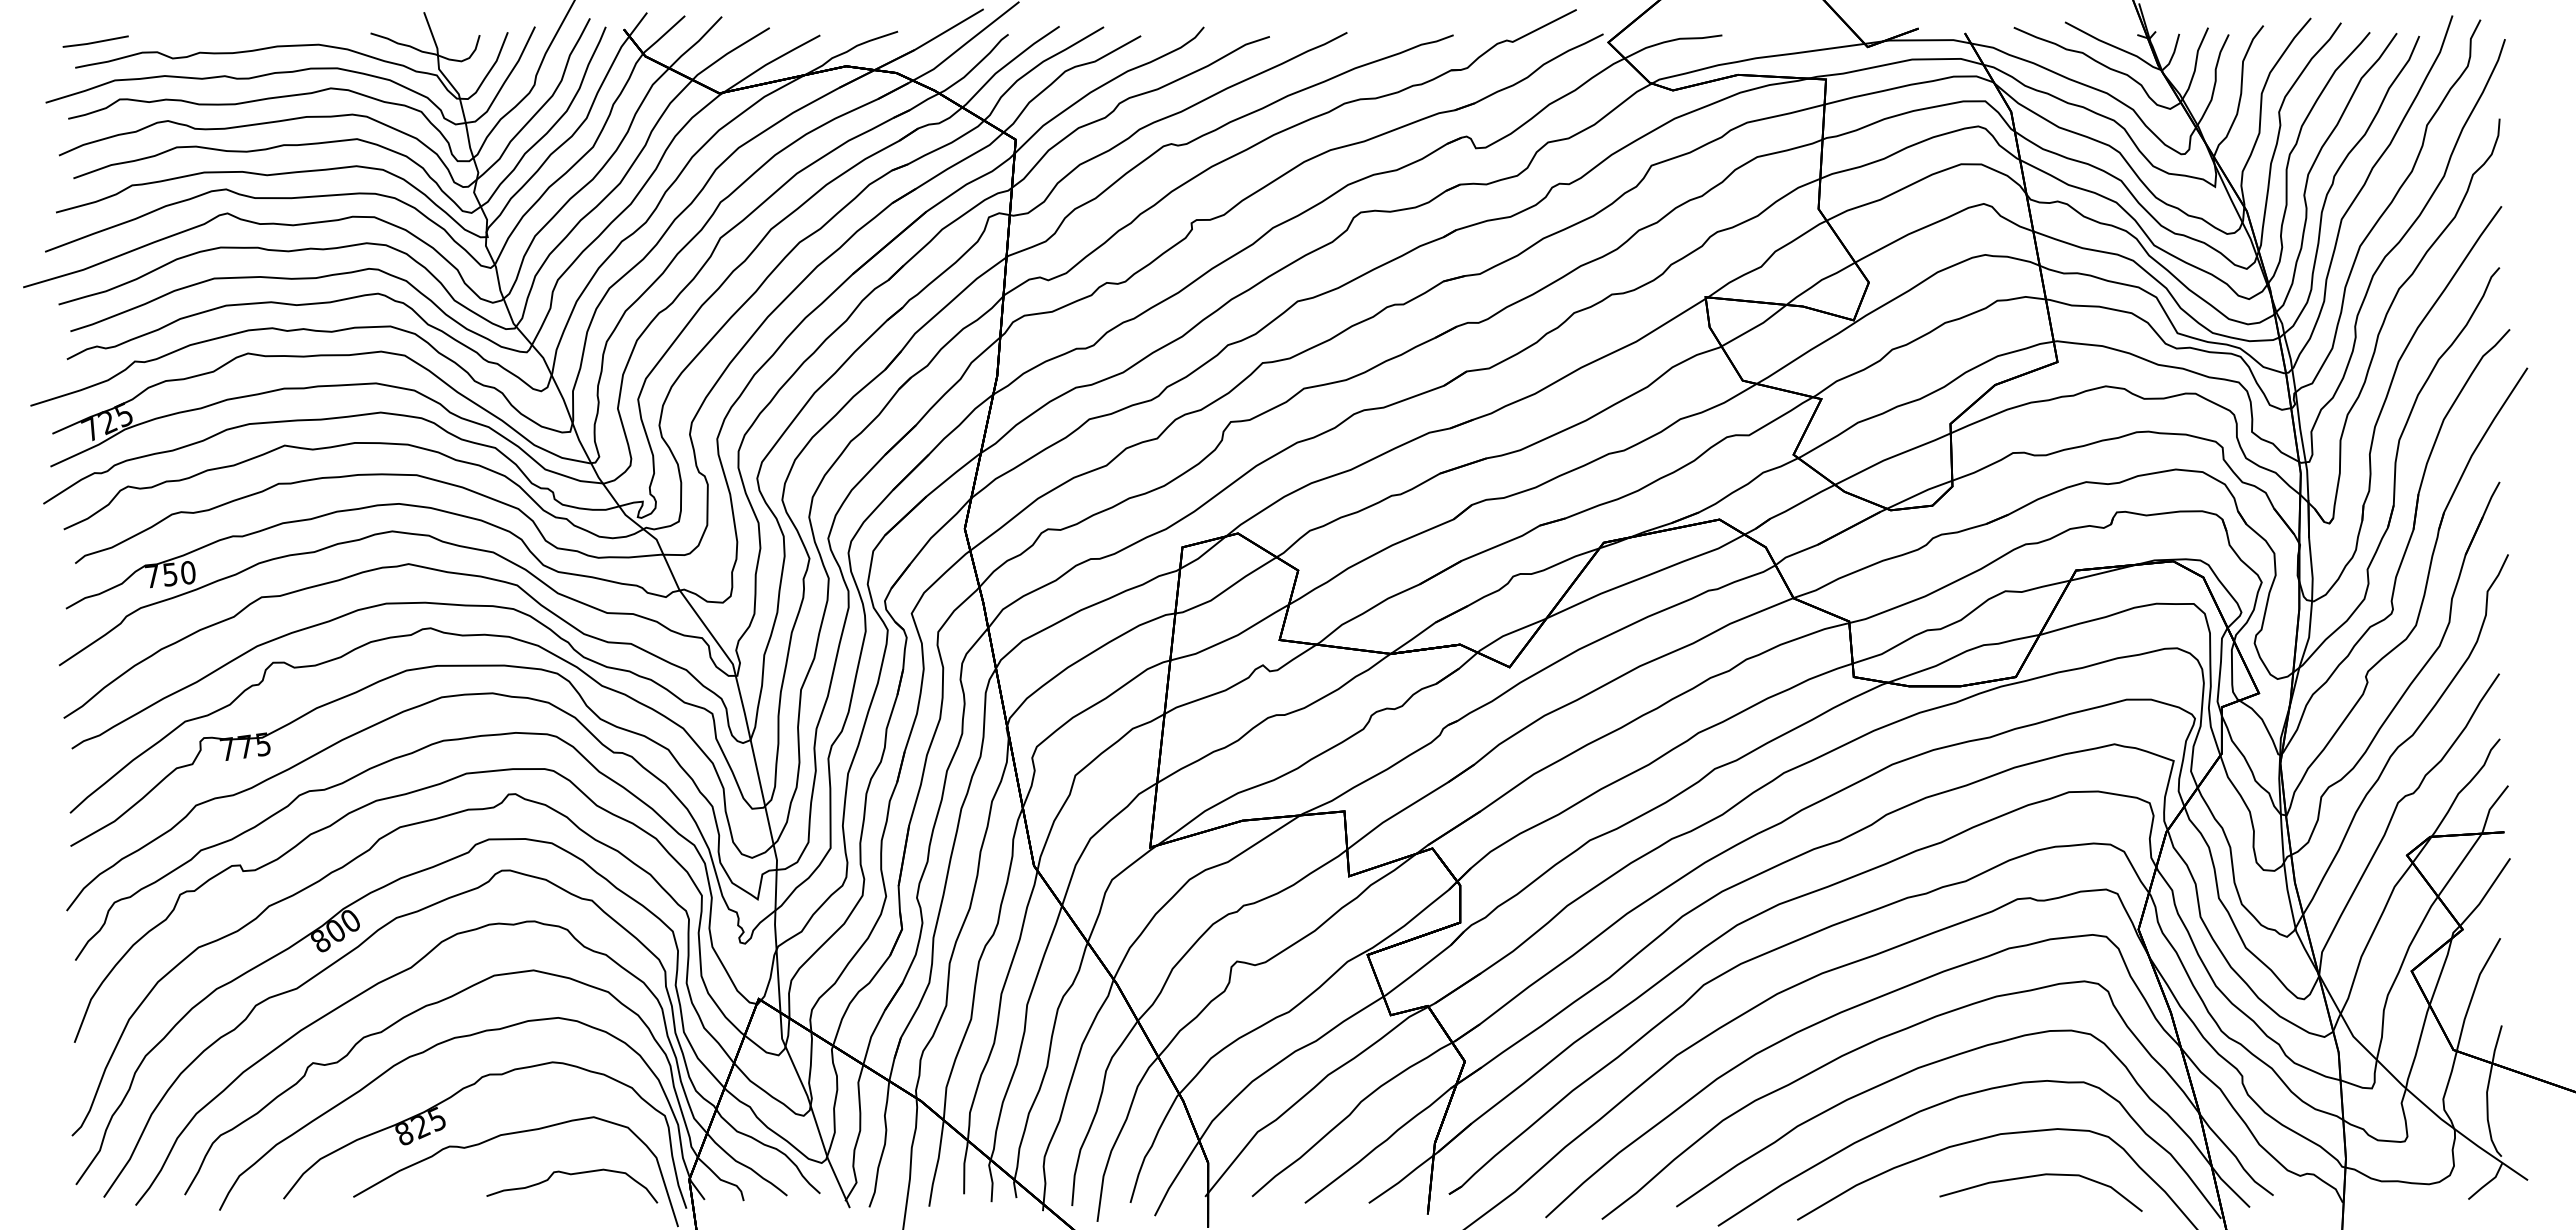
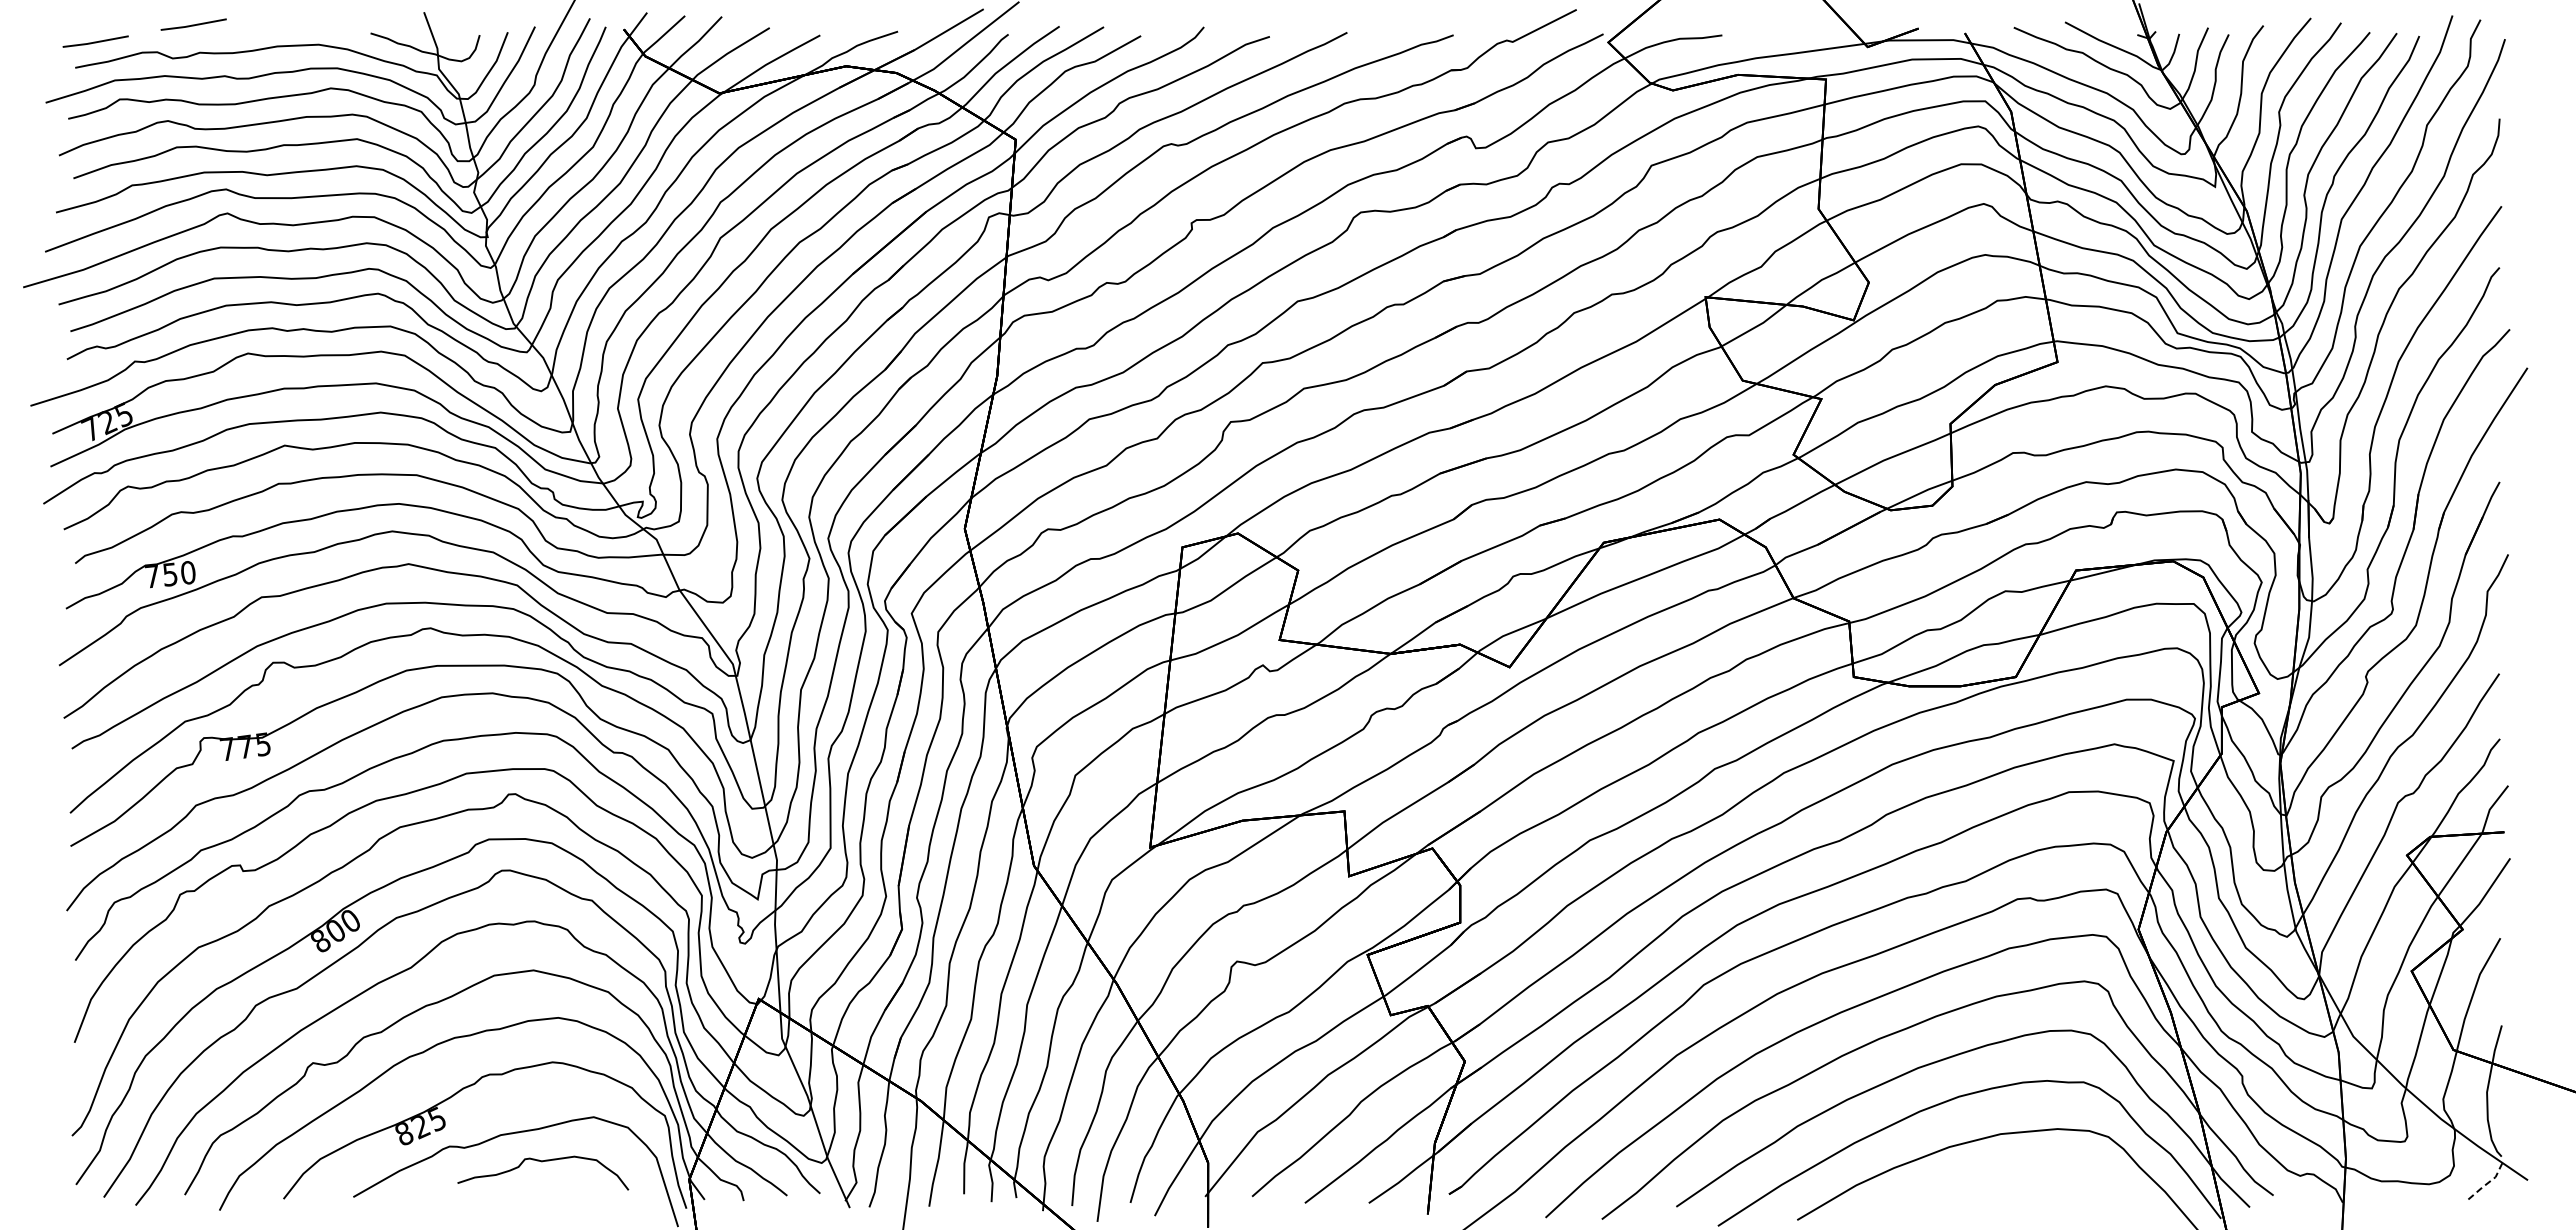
line at (193, 24): none -> present
curve at (571, 1175) position: (571, 1175) -> (542, 1162)
curve at (2039, 1176): present -> none
line at (2488, 1183): solid -> dashed
